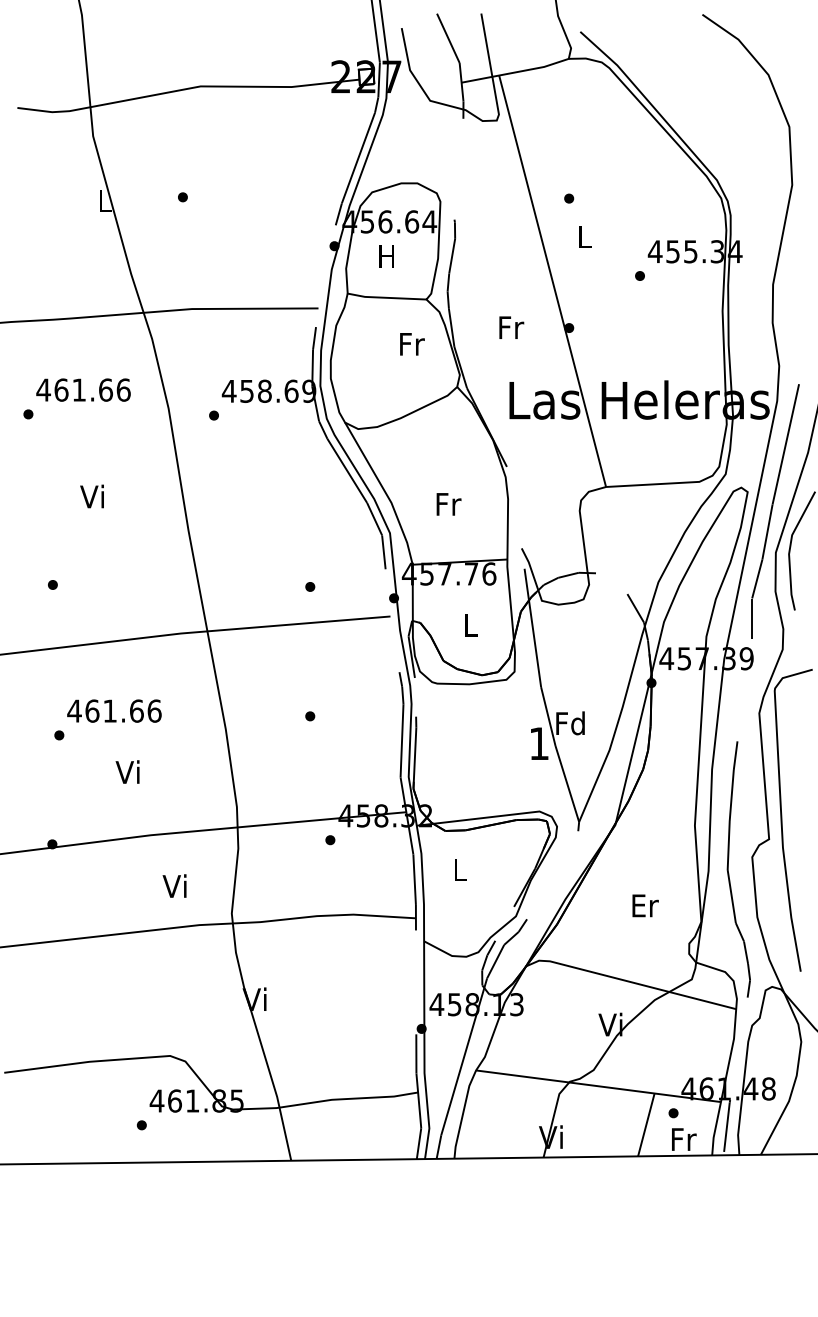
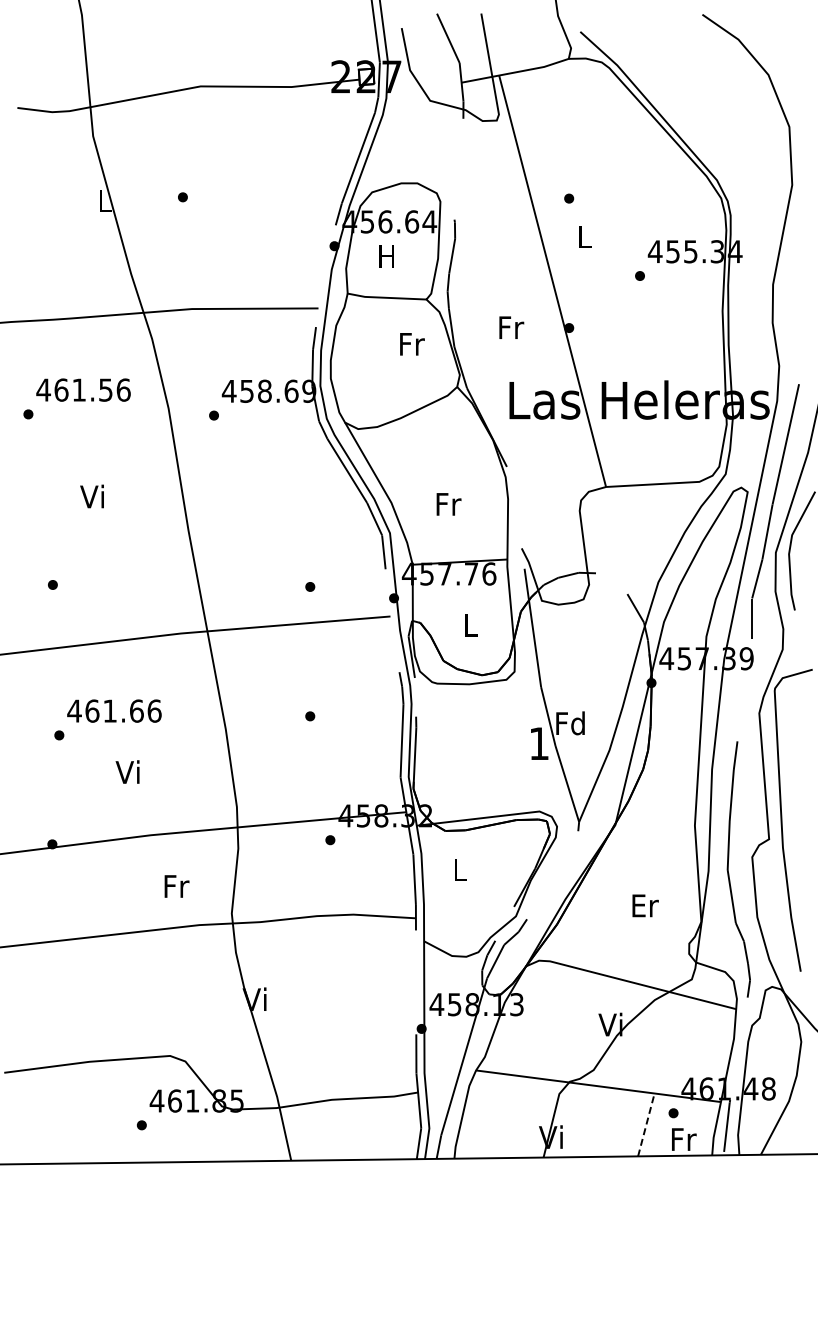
text at (106, 389): 461.66 -> 461.56
text at (175, 885): Vi -> Fr
line at (646, 1124): solid -> dashed
